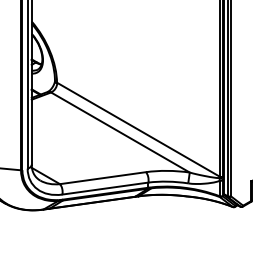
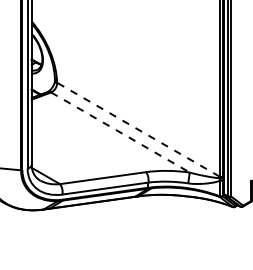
line at (138, 129): solid -> dashed
line at (120, 132): solid -> dashed
